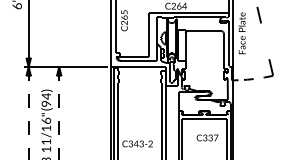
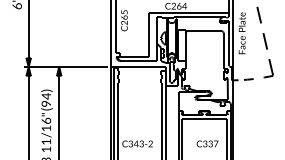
line at (264, 41): none -> present
line at (28, 113): dashed -> solid
line at (59, 113): dashed -> solid
text at (207, 137) position: (207, 137) -> (207, 143)
